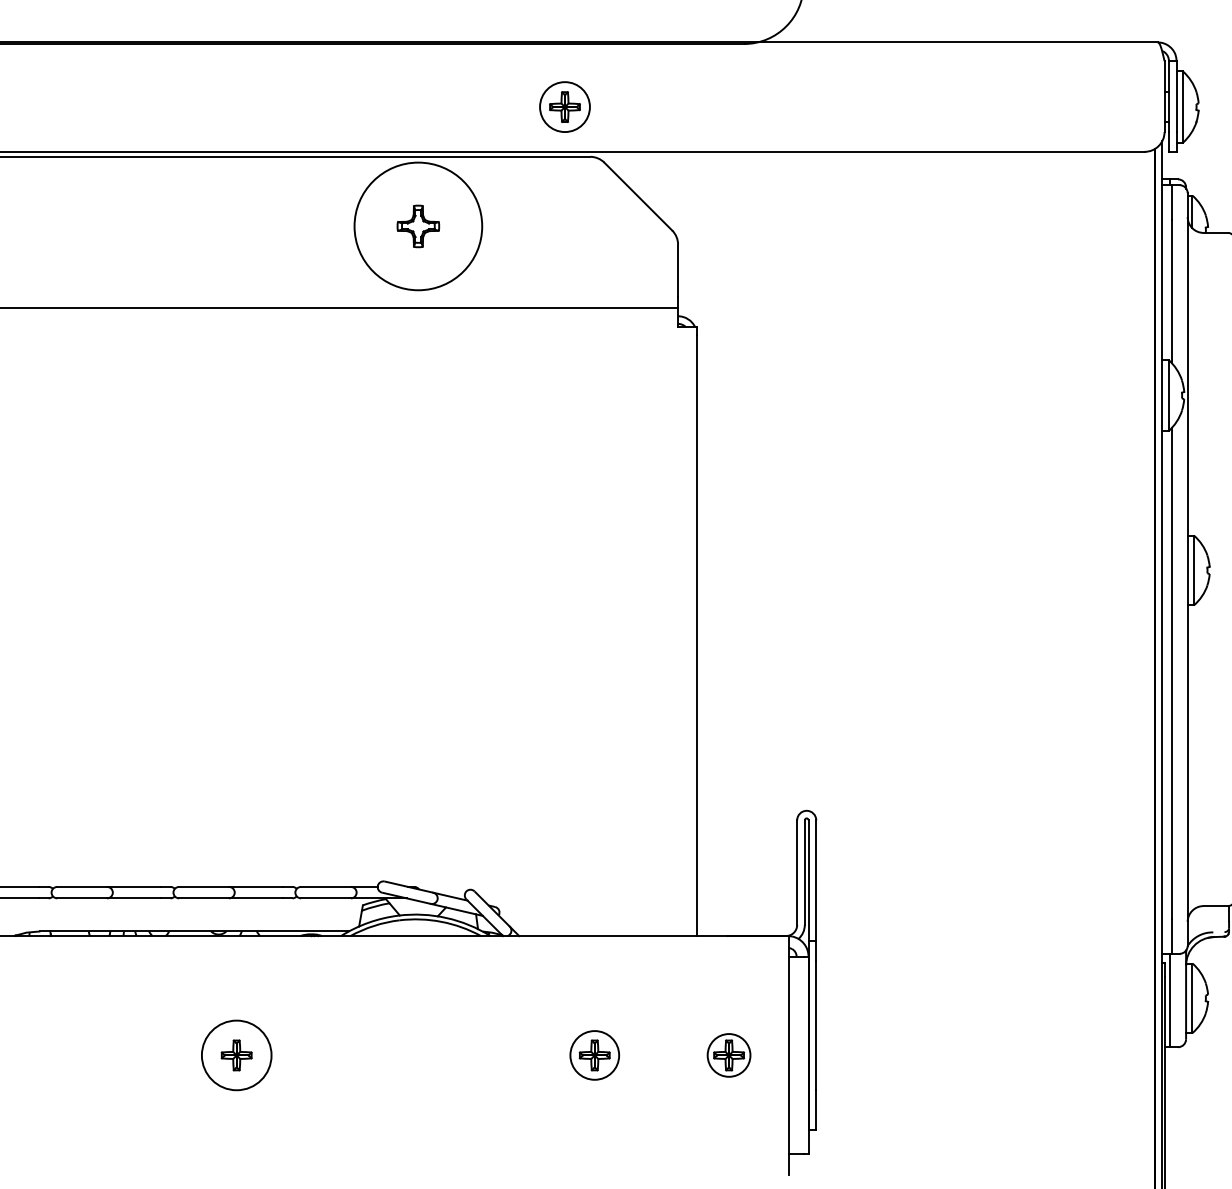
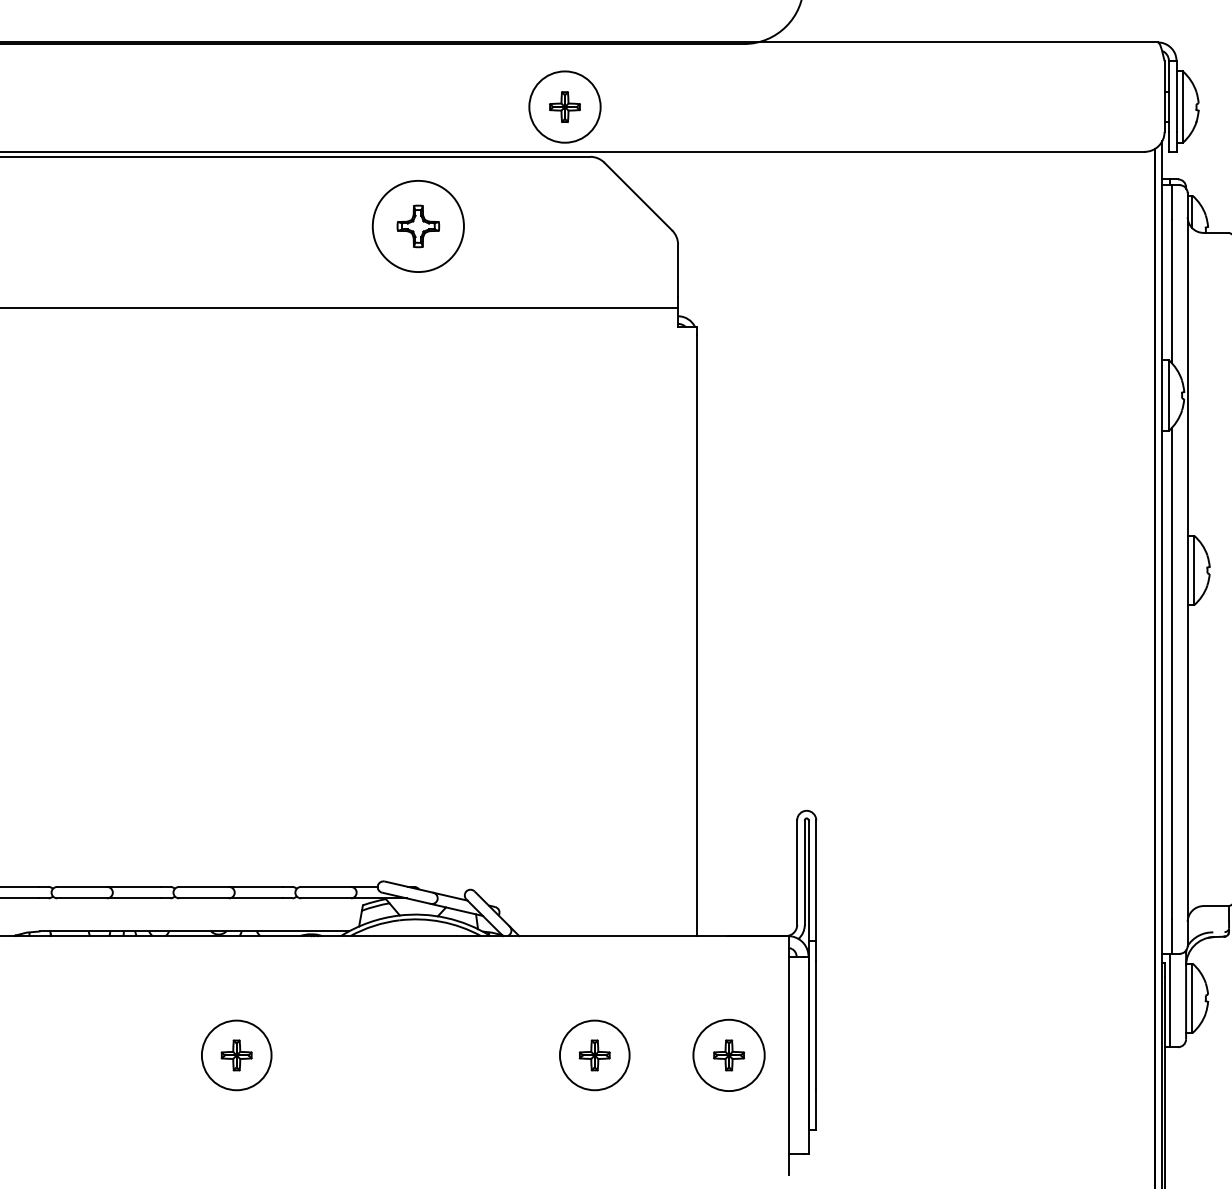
circle at (564, 107) diameter: 50 px -> 71 px
circle at (418, 226) diameter: 128 px -> 91 px
circle at (594, 1055) diameter: 49 px -> 70 px
circle at (728, 1055) diameter: 43 px -> 71 px
